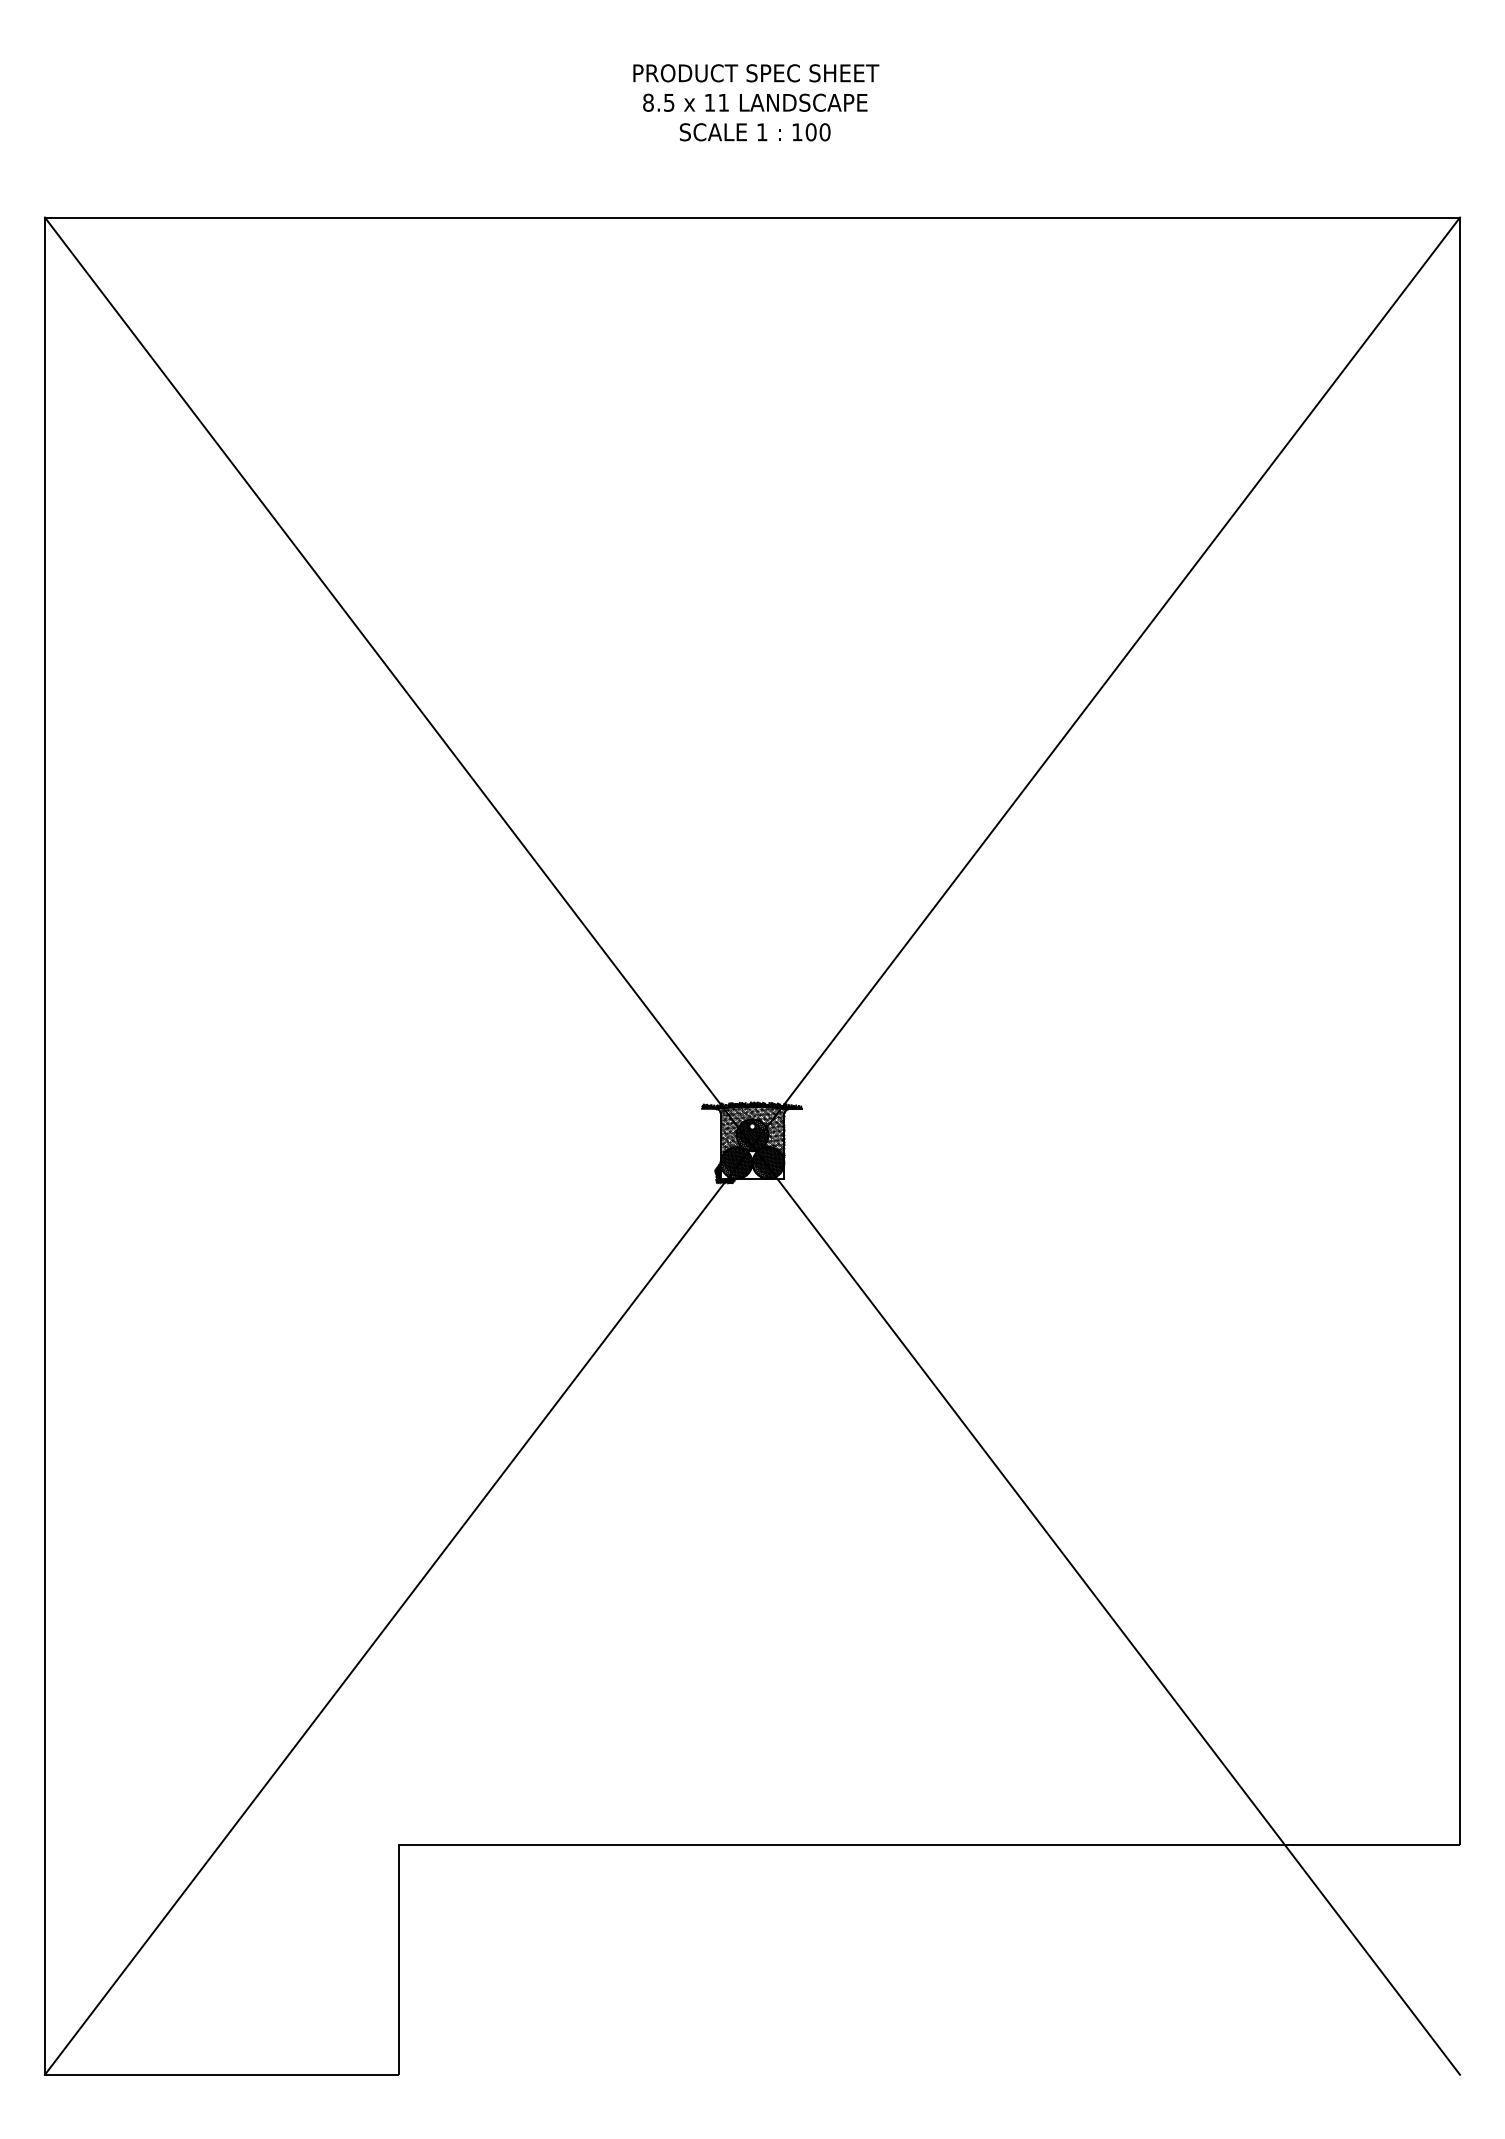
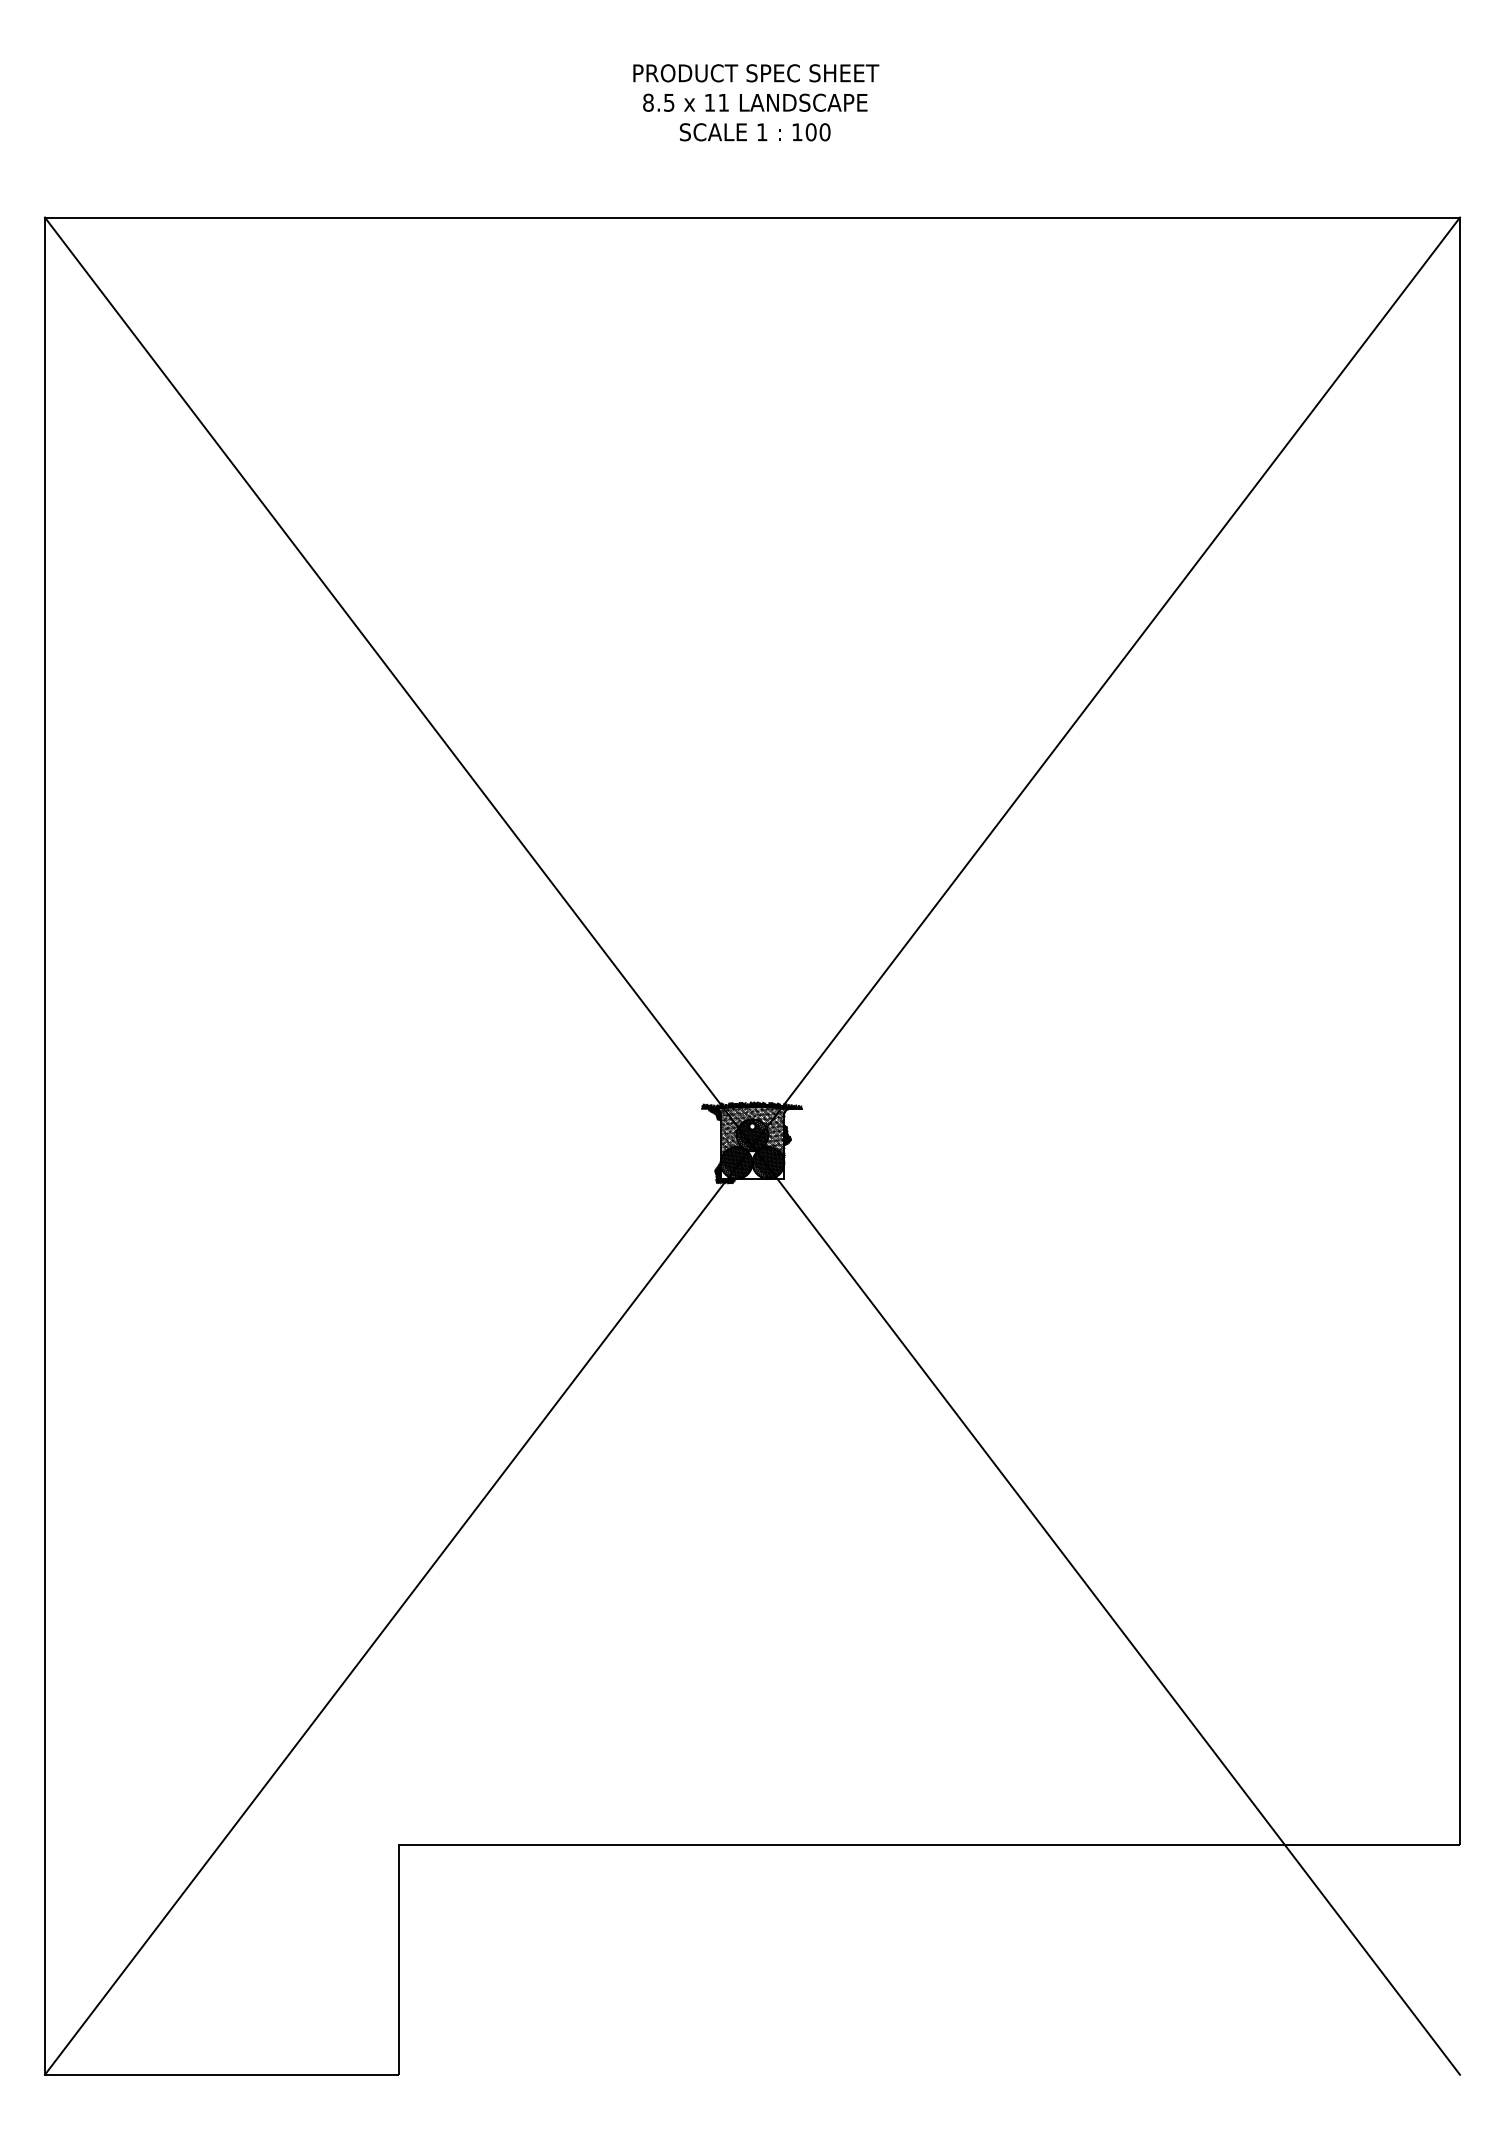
hatch at (714, 1114): none -> present
hatch at (787, 1135): none -> present
